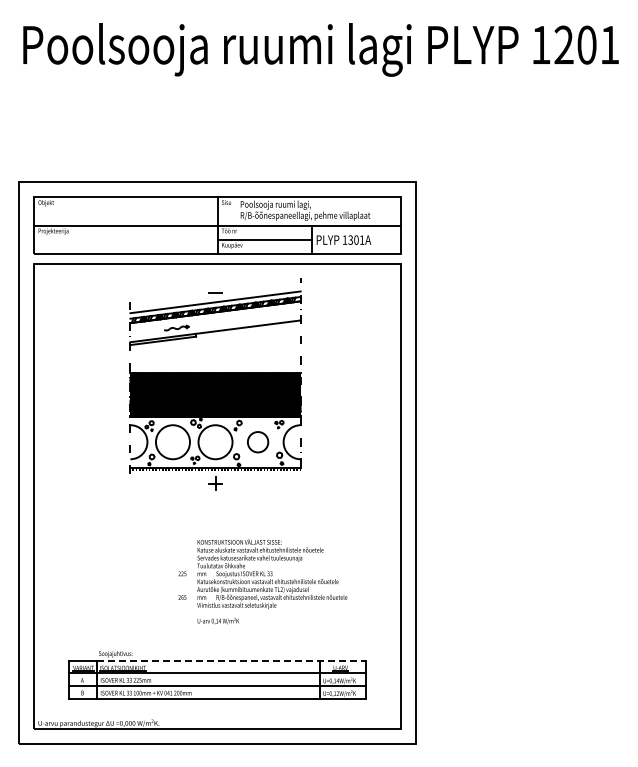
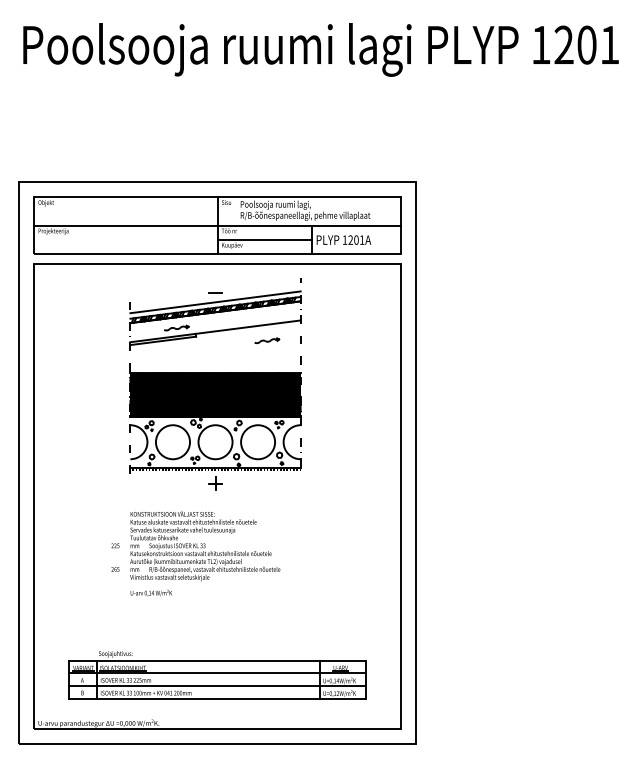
text at (350, 240): 1301A -> 1201A
part at (267, 340): none -> present
circle at (257, 442) diameter: 20 px -> 34 px
text at (262, 581) position: (262, 581) -> (195, 553)
line at (231, 660): dashed -> solid
